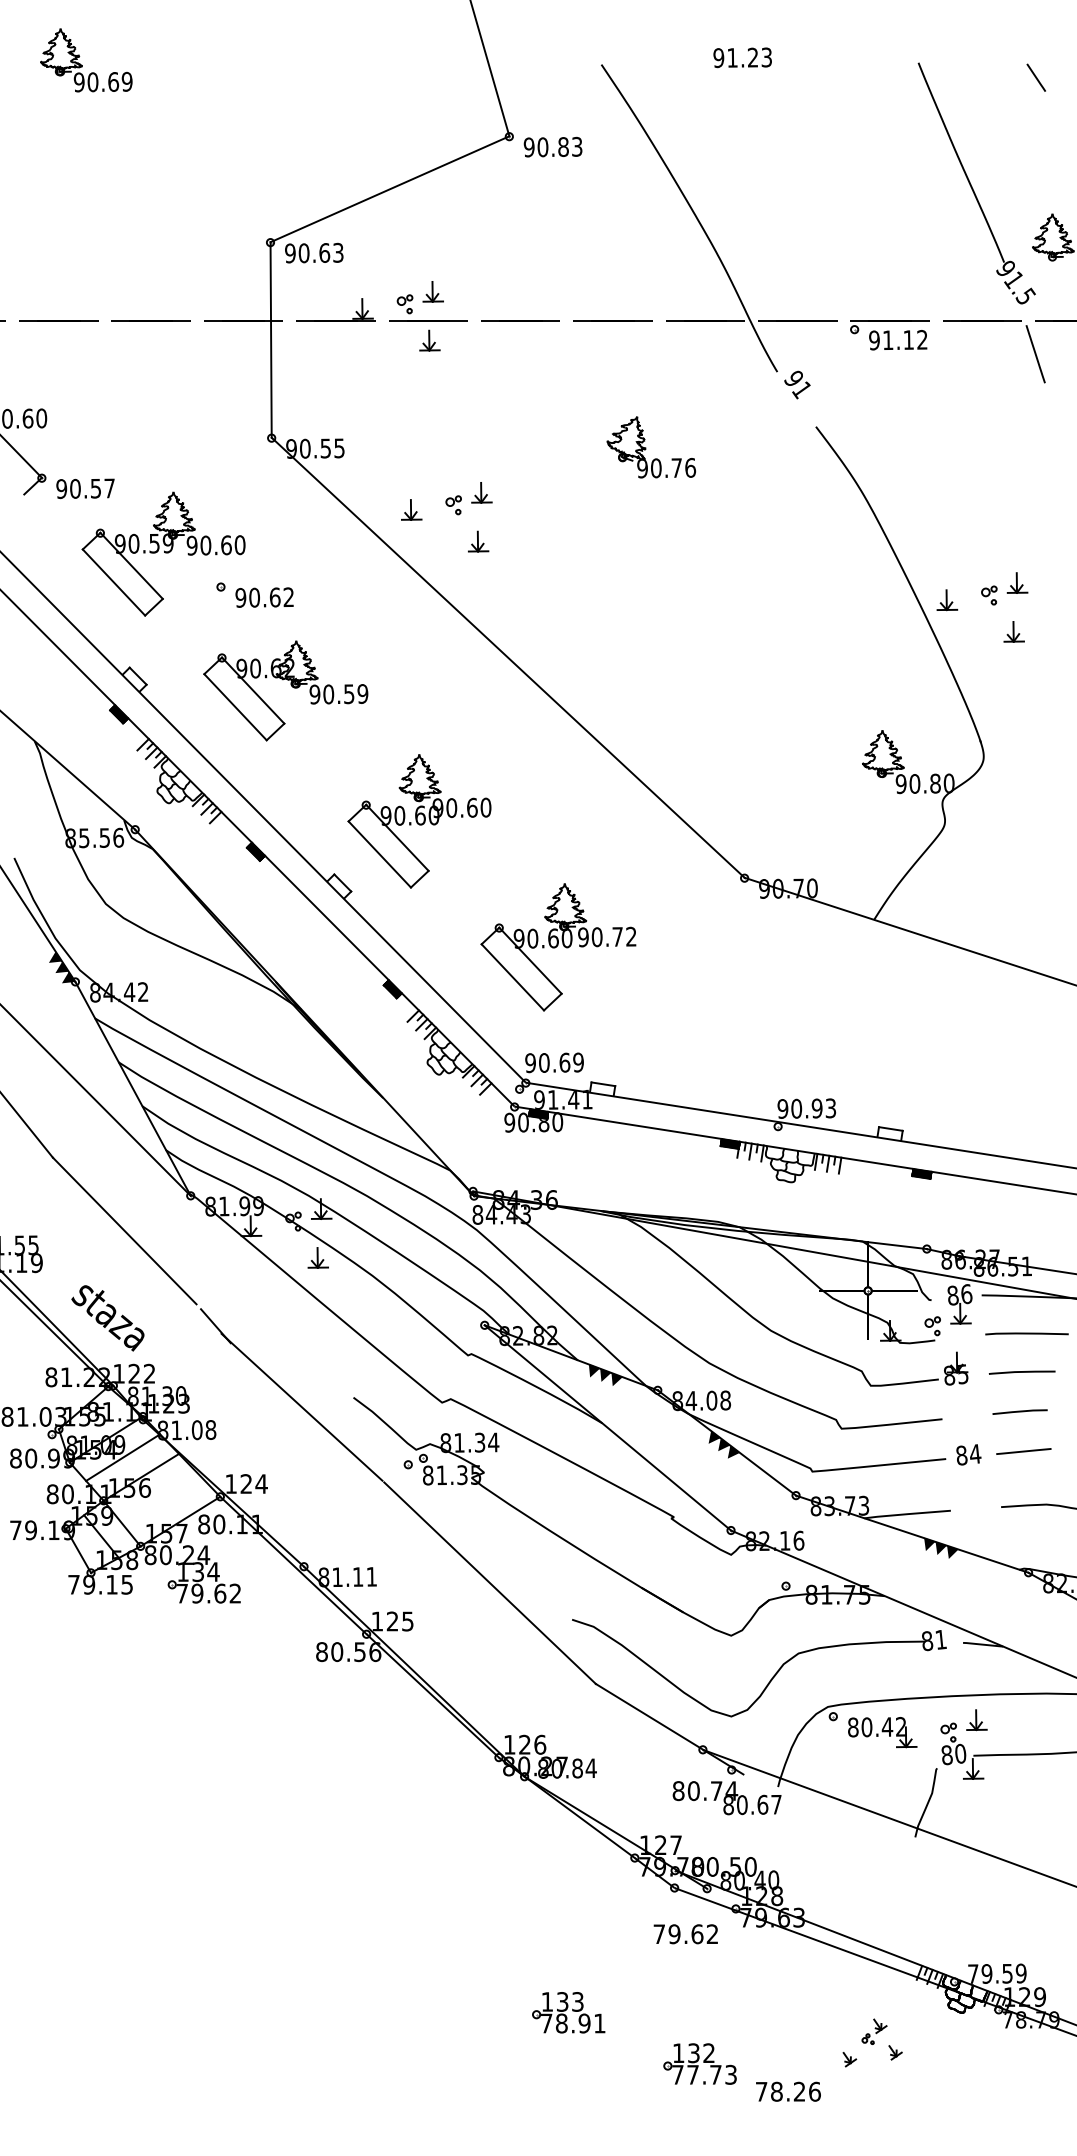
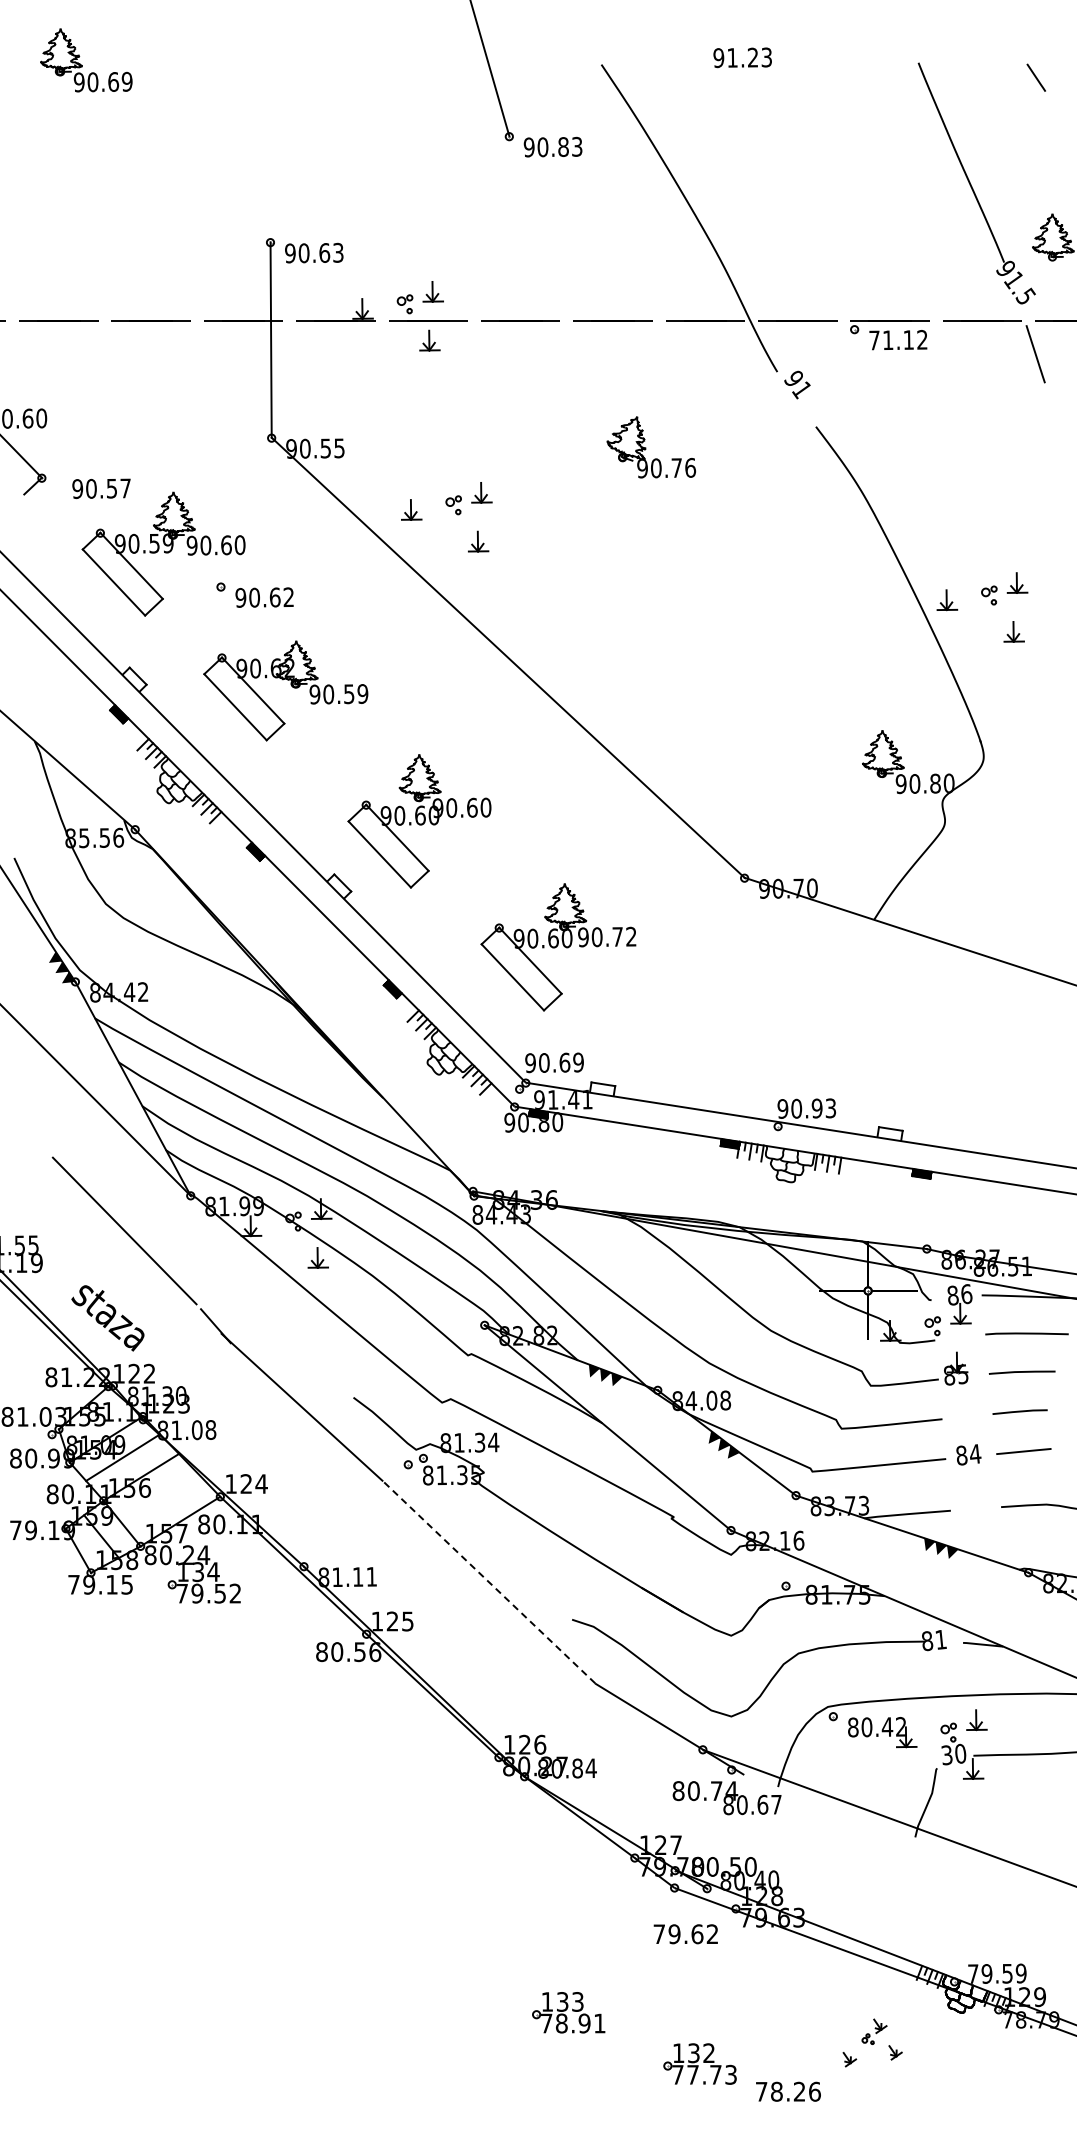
line at (389, 189): present -> none
text at (874, 340): 91.12 -> 71.12
text at (85, 488) position: (85, 488) -> (101, 488)
line at (27, 1125): present -> none
line at (490, 1583): solid -> dashed
text at (220, 1593): 79.62 -> 79.52
text at (946, 1755): 80 -> 30
